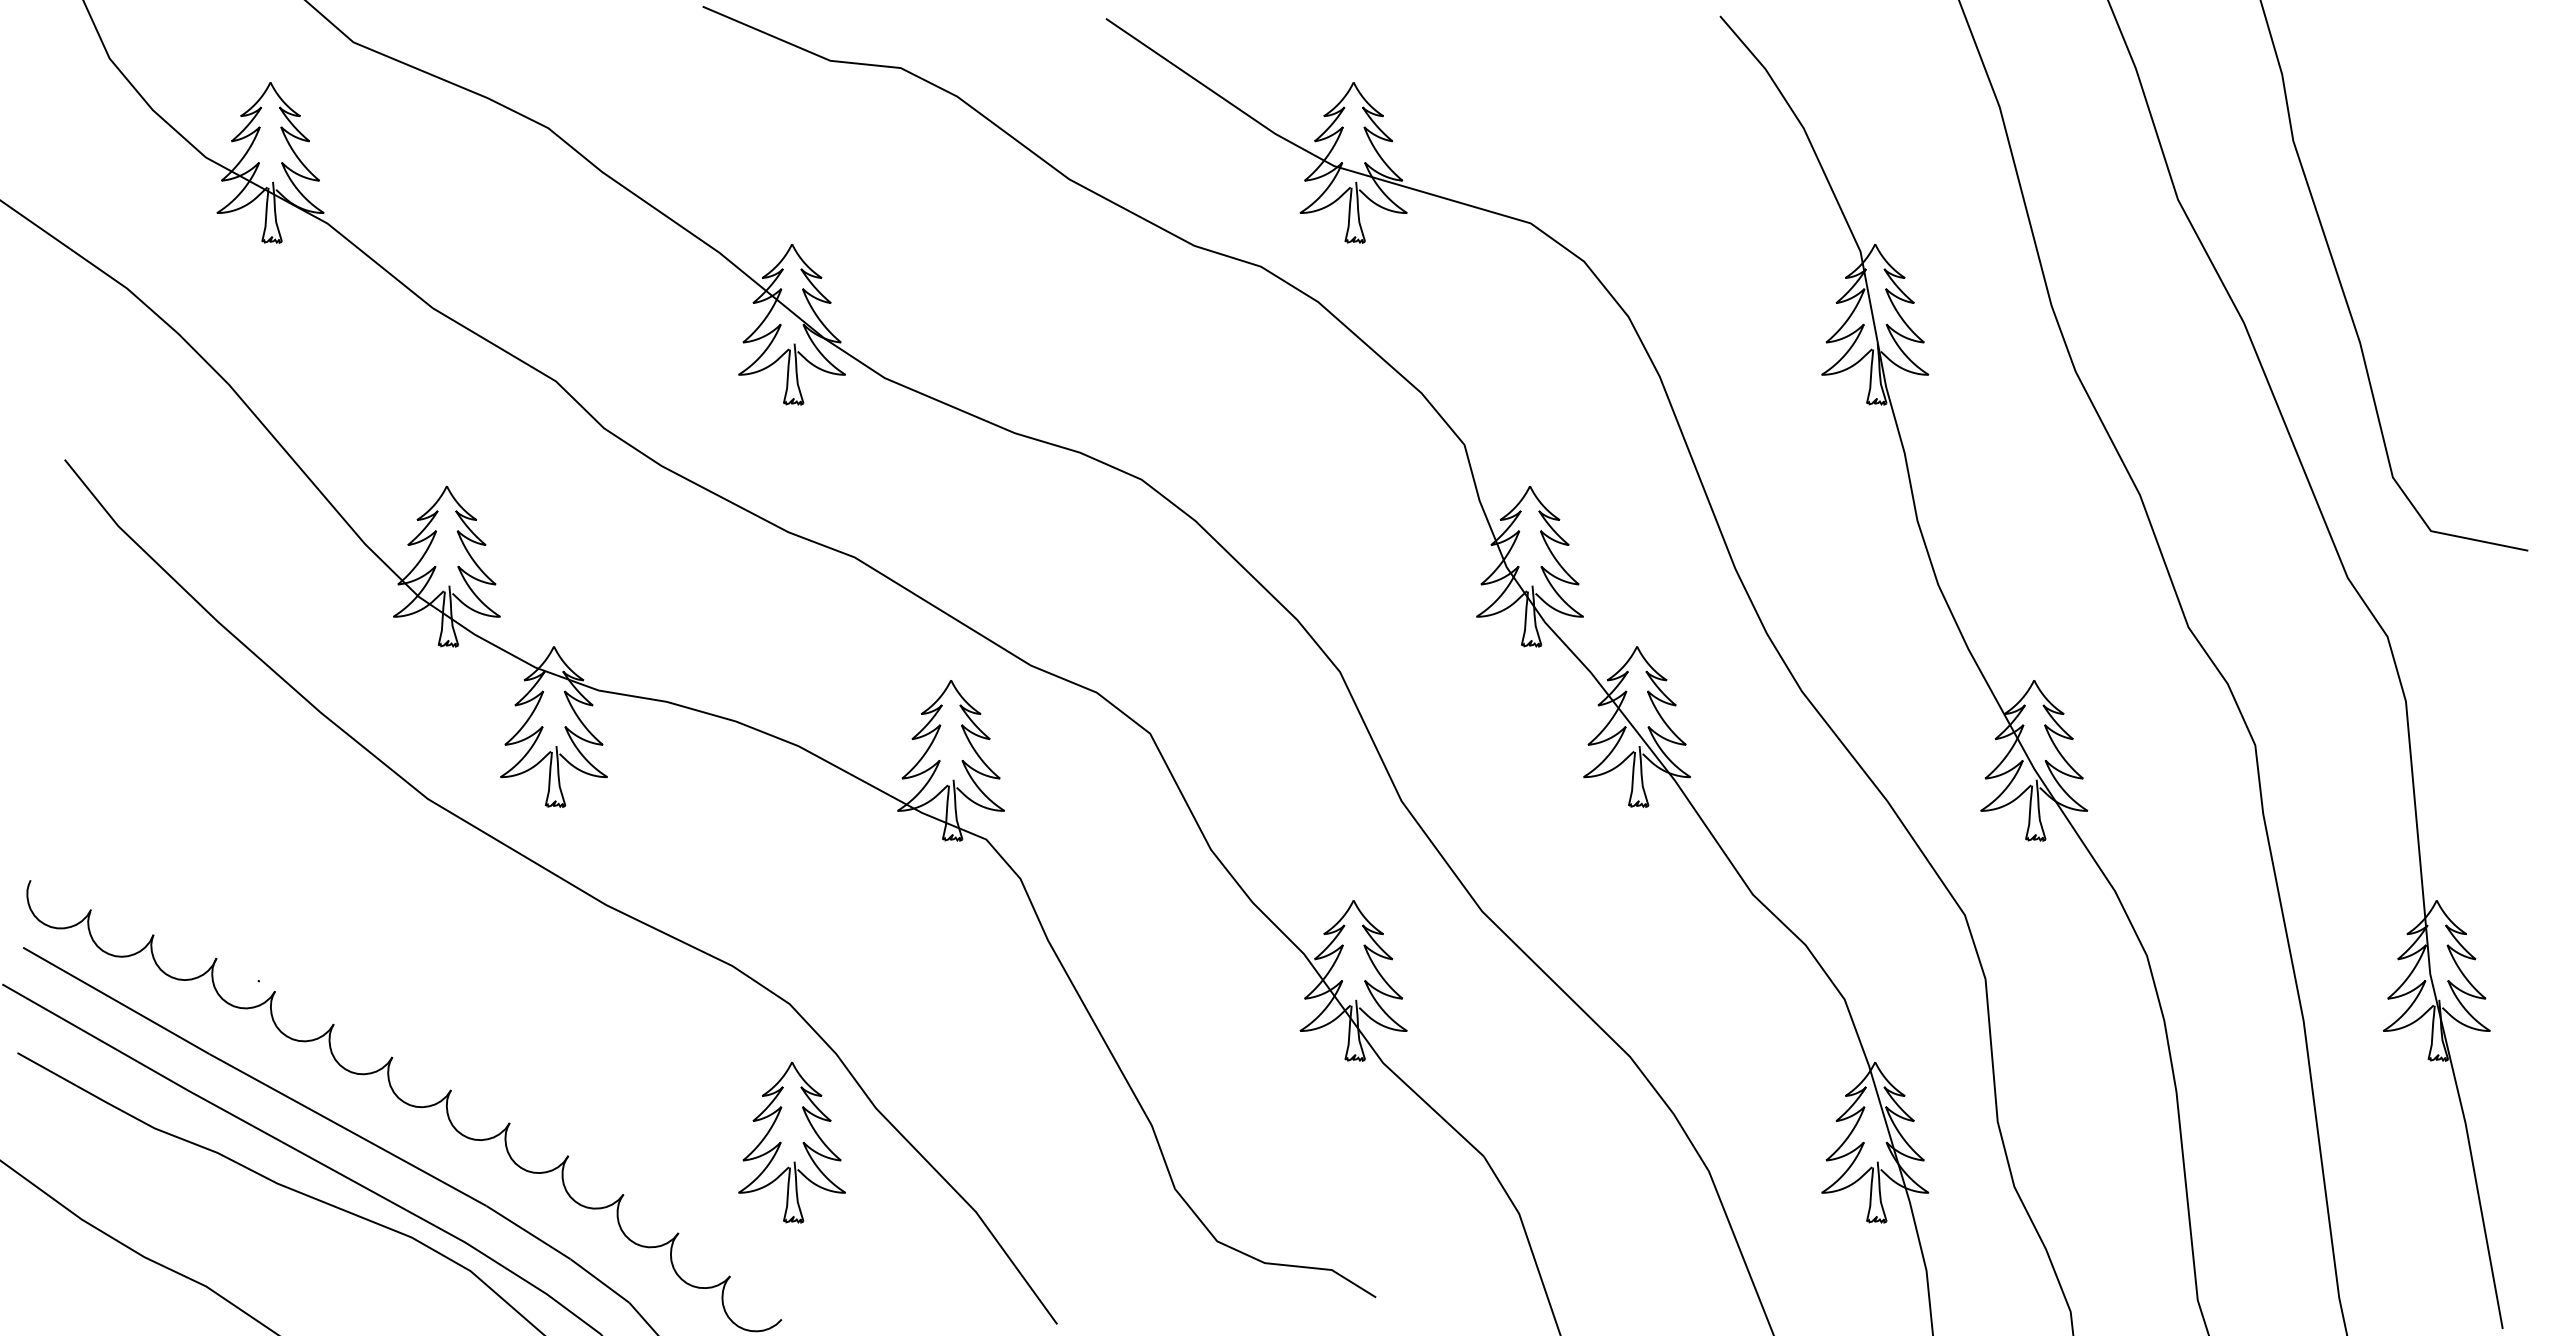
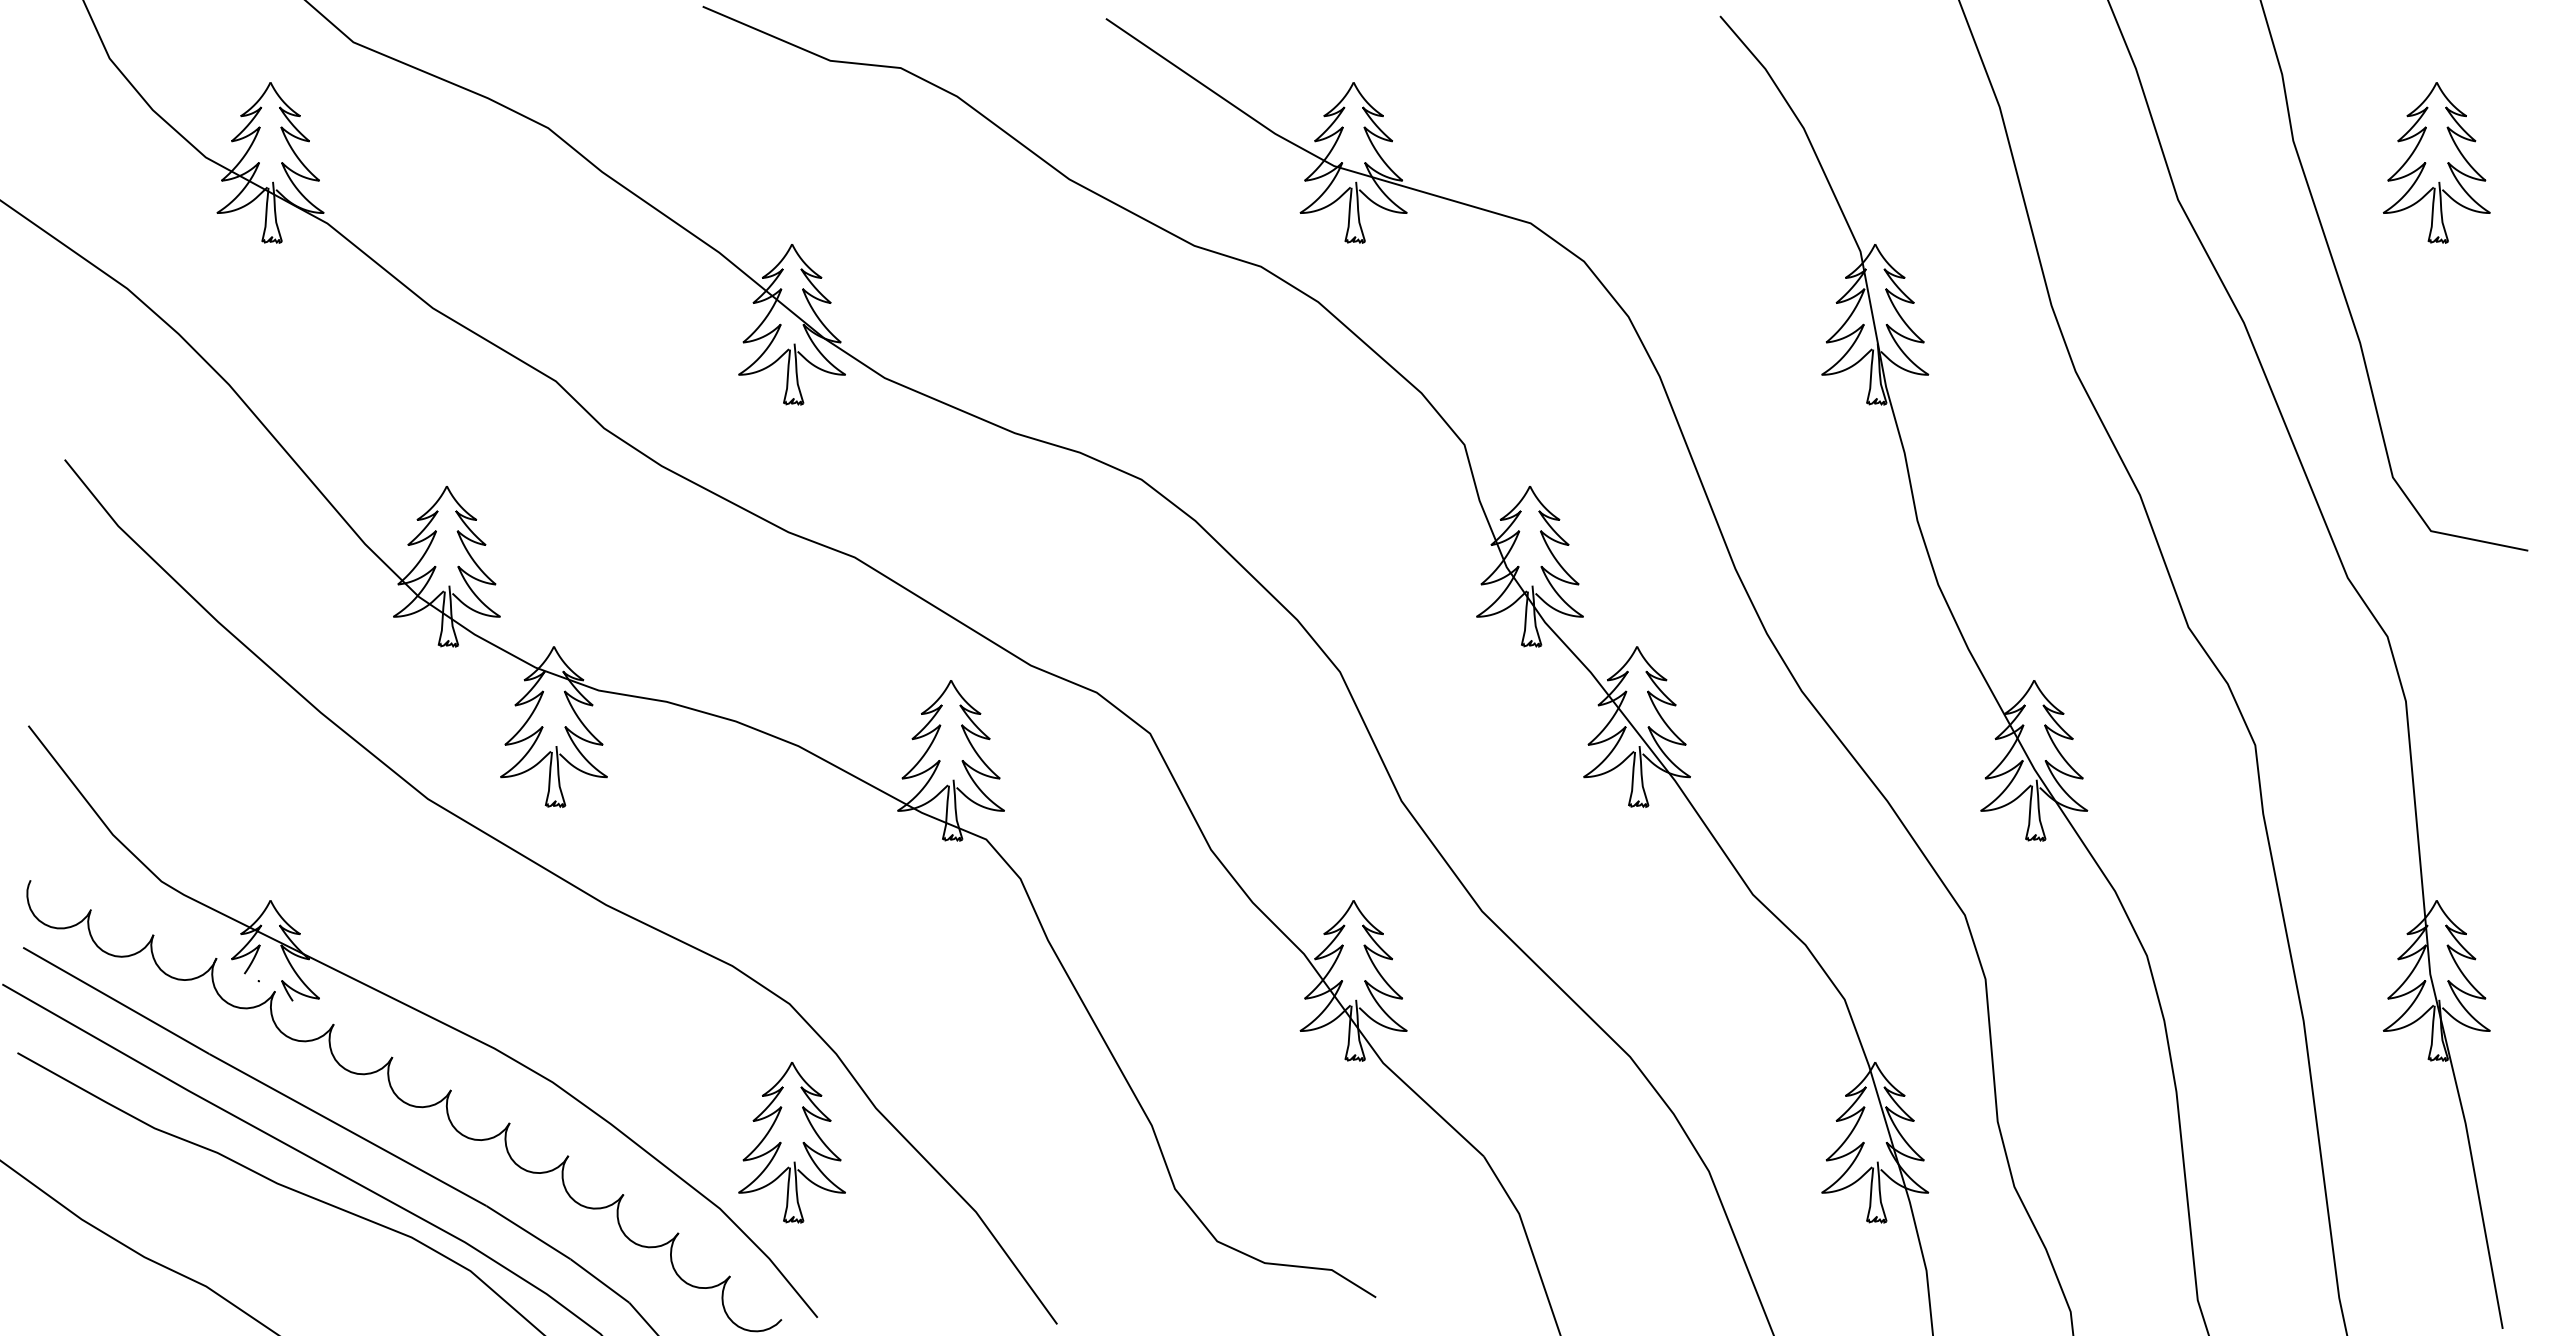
part at (2436, 162): none -> present
part at (425, 1015): none -> present
